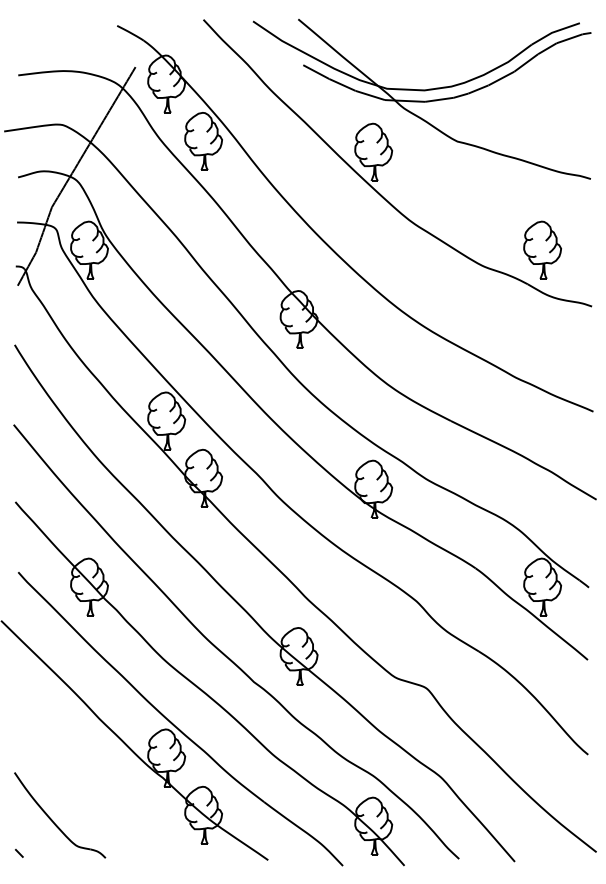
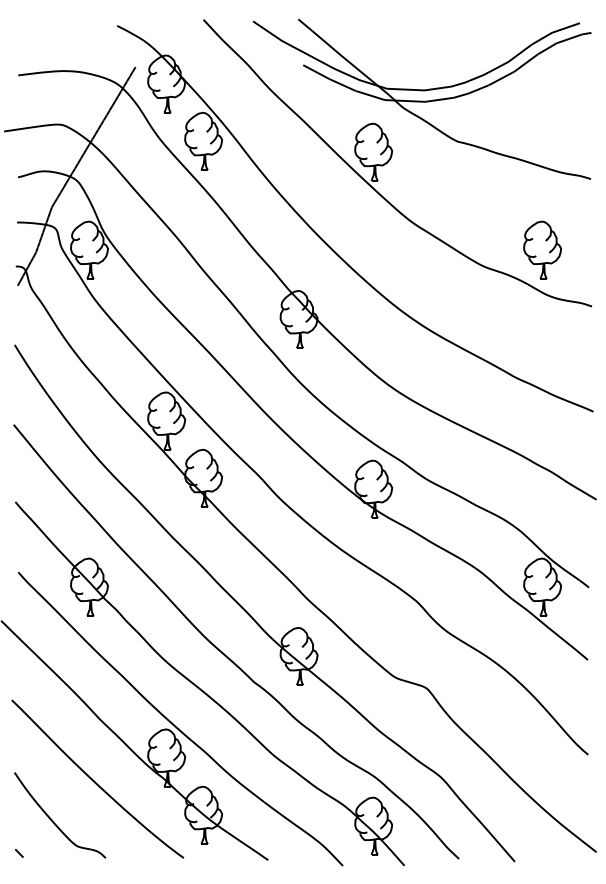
curve at (94, 780): none -> present
